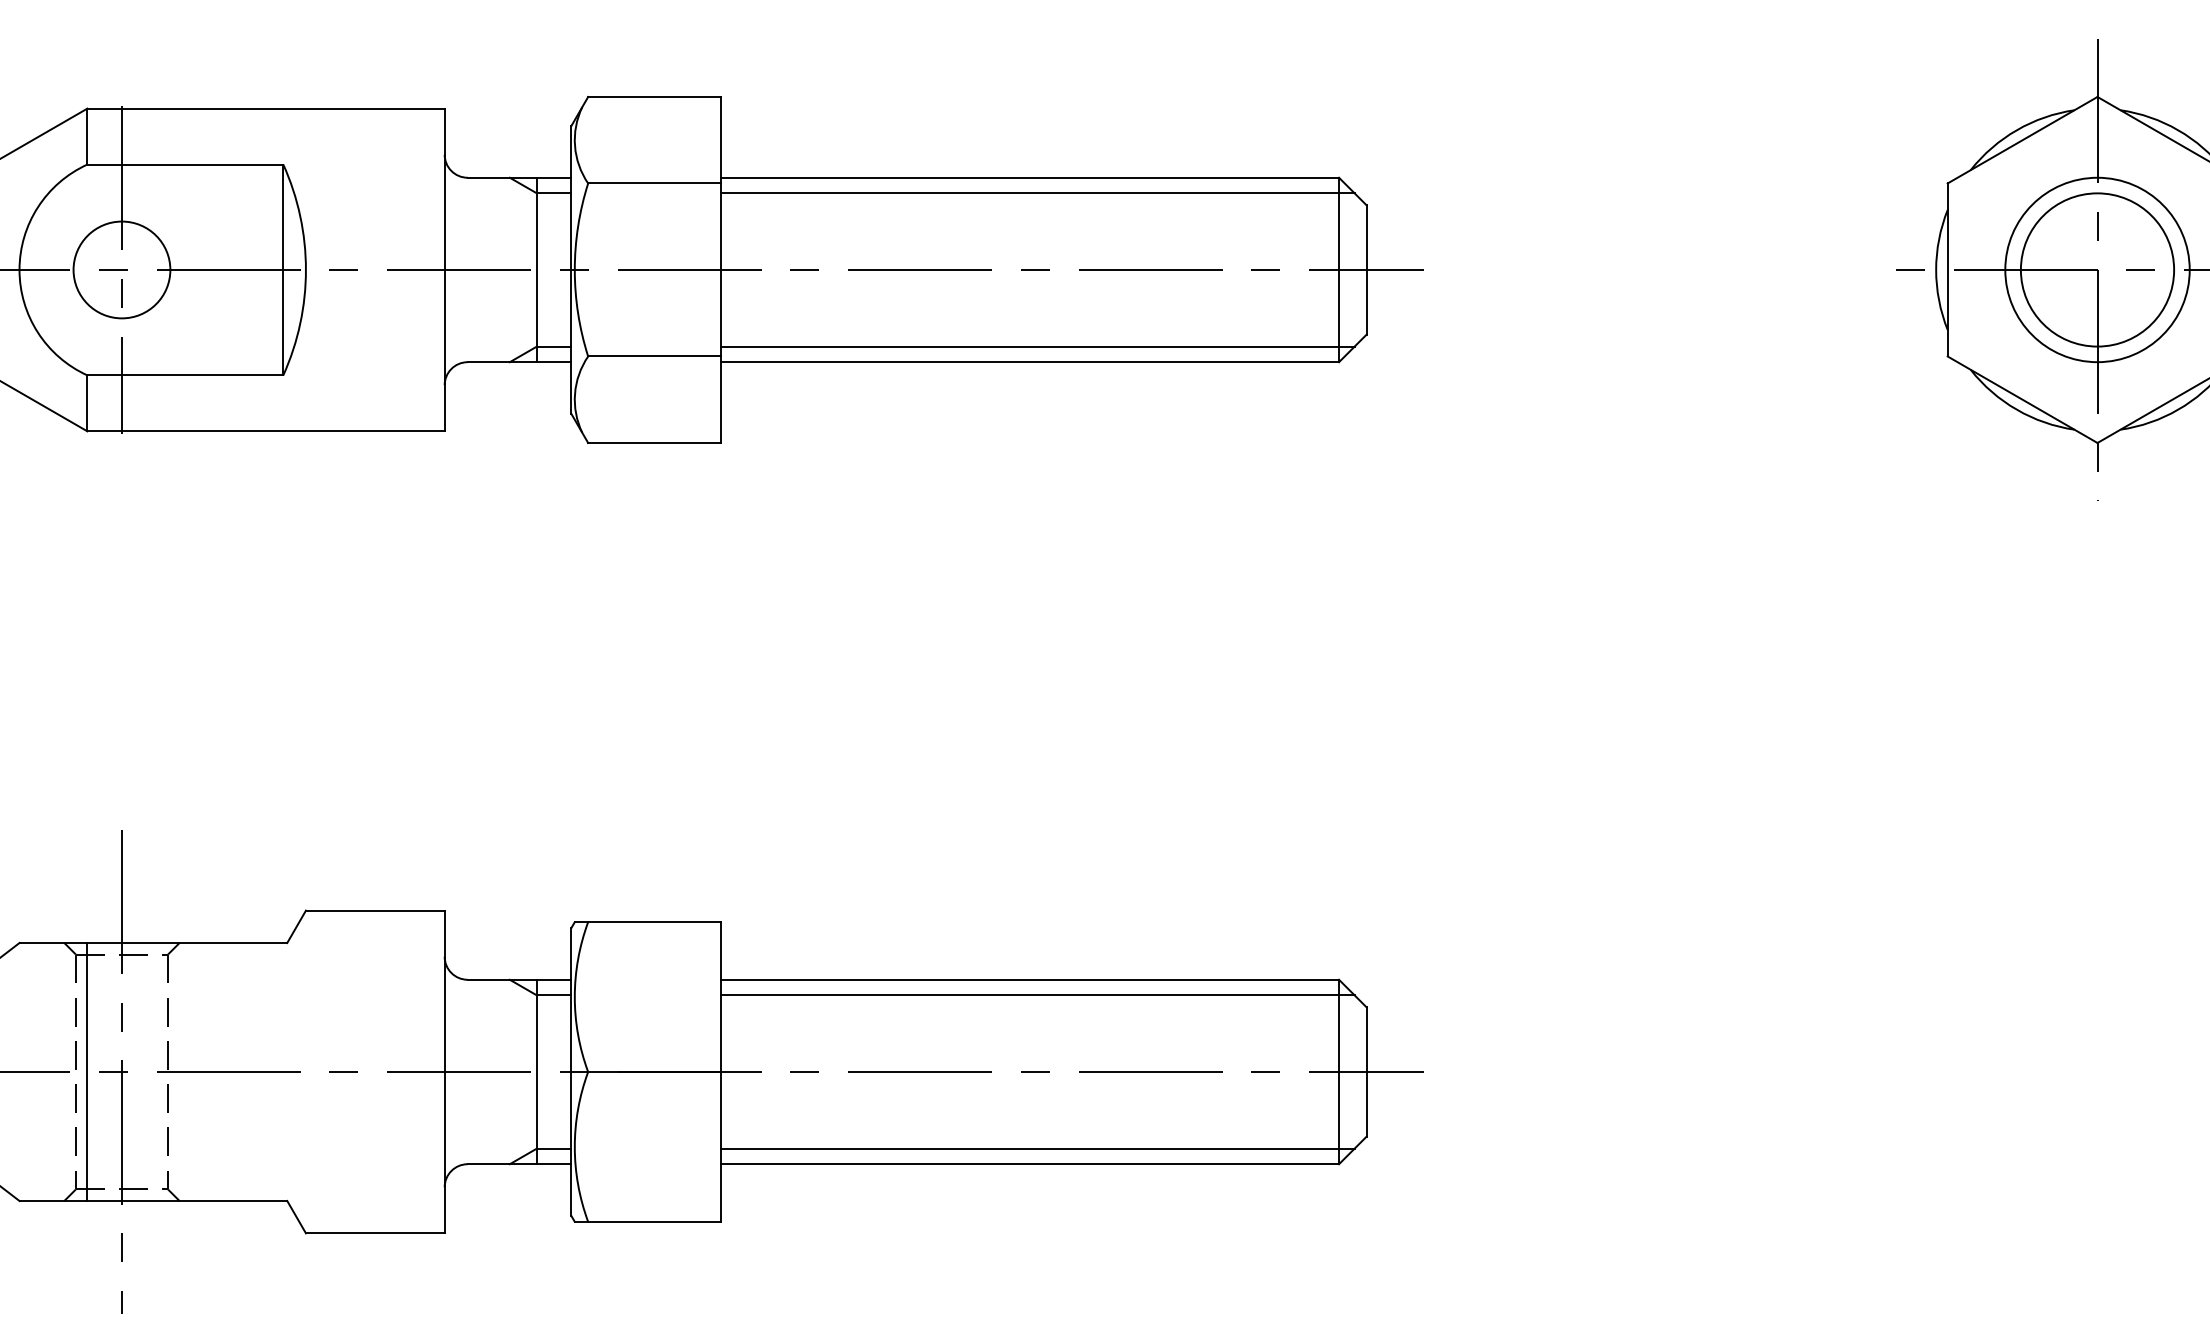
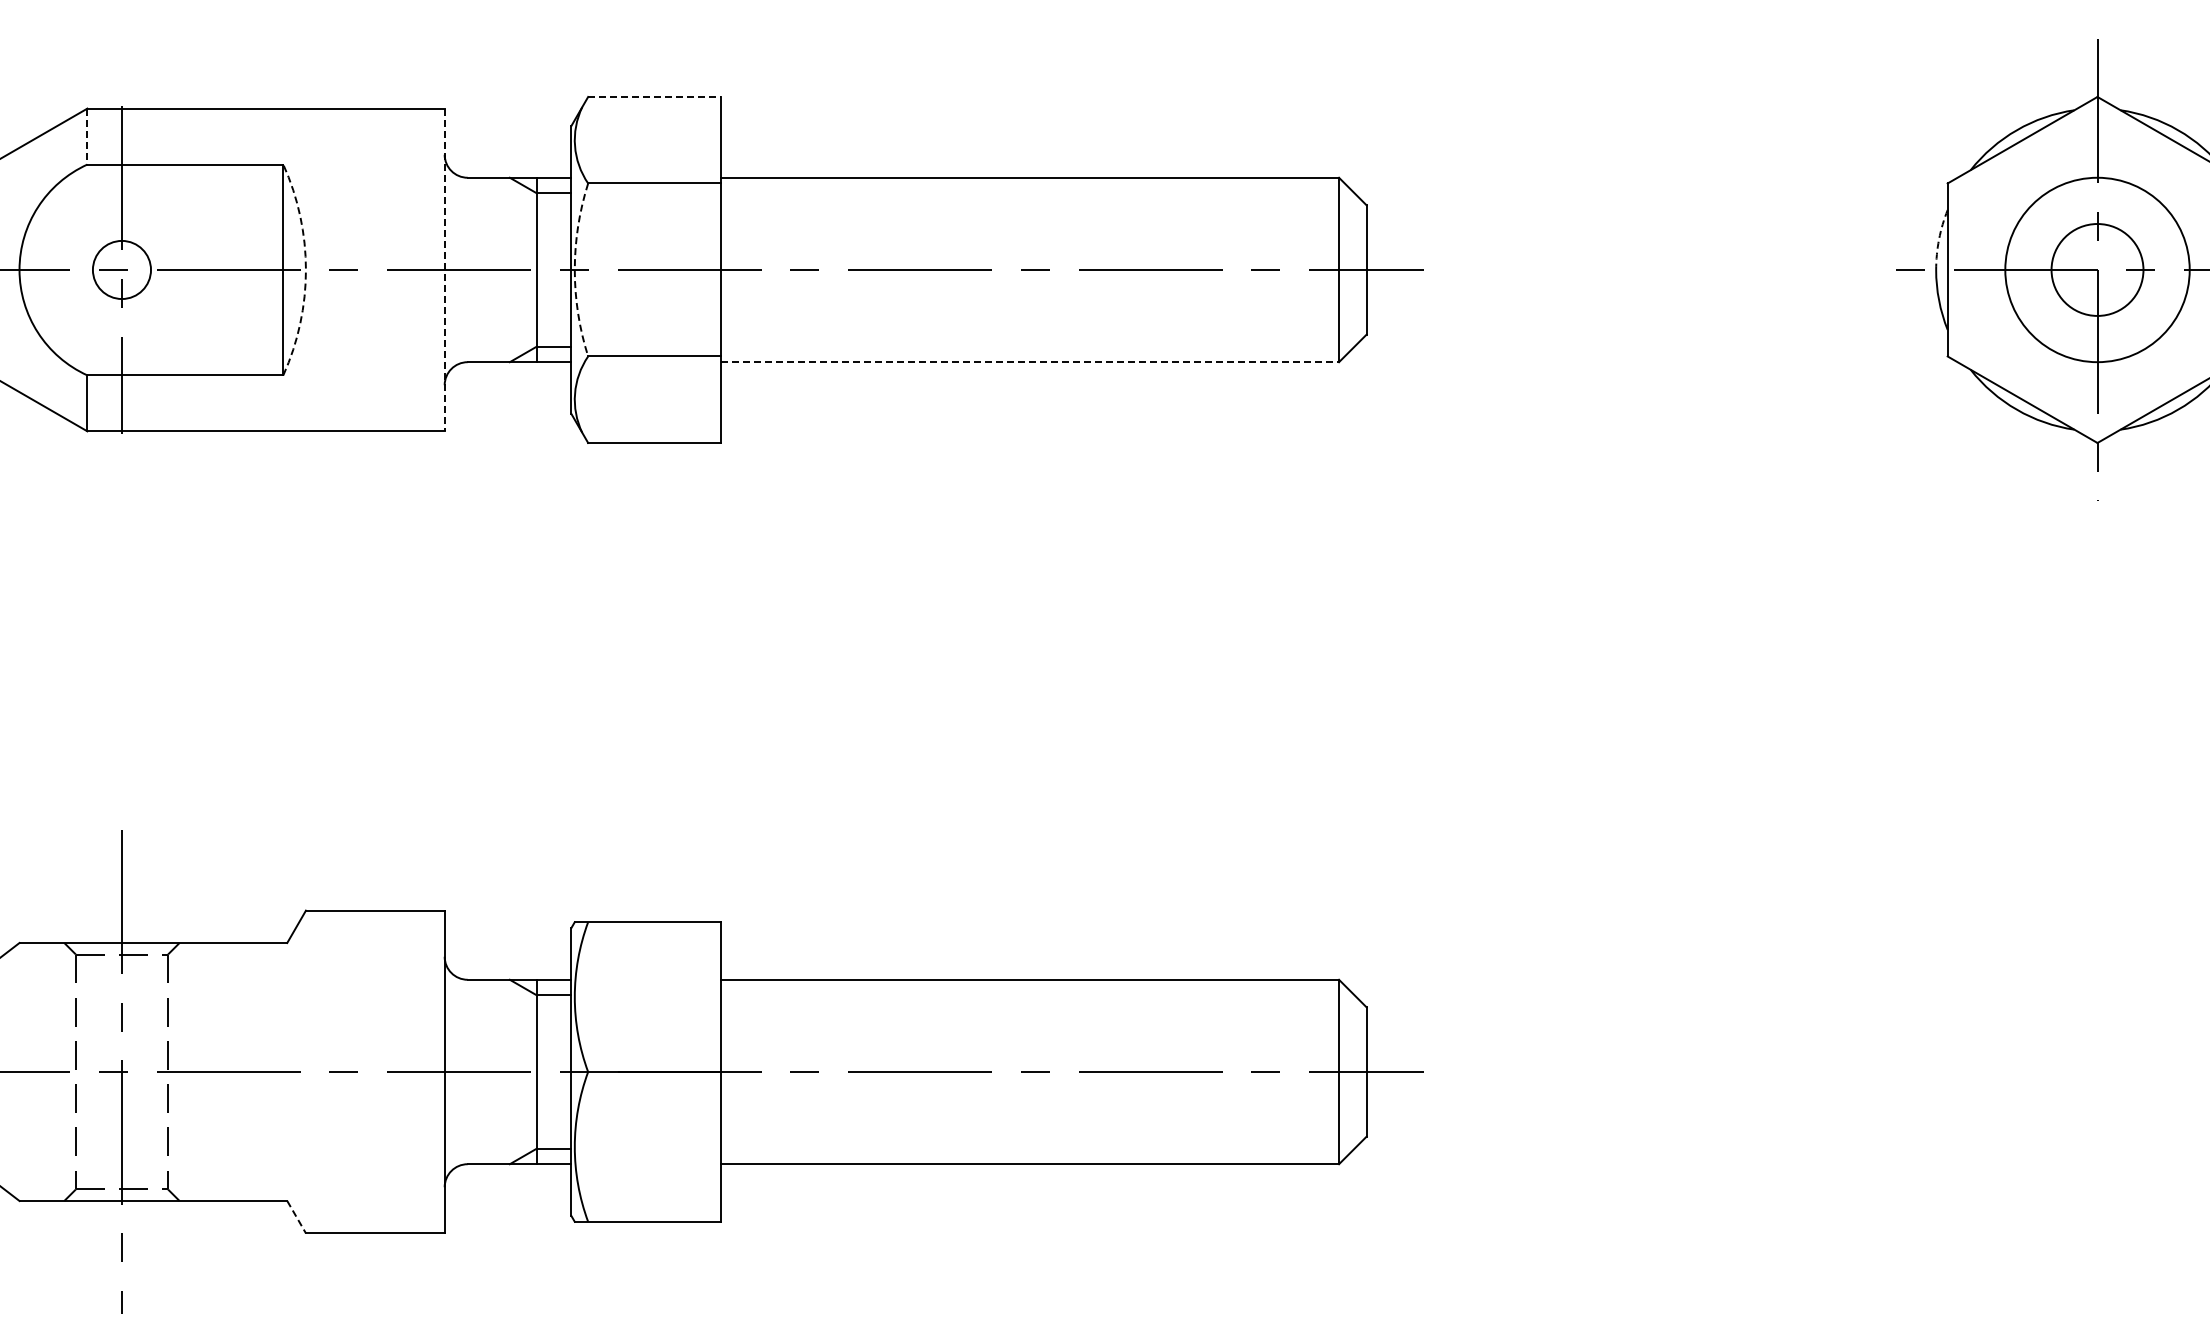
line at (654, 96): solid -> dashed
line at (87, 136): solid -> dashed
line at (1037, 193): present -> none
arc at (1939, 239): solid -> dashed
circle at (121, 269) diameter: 97 px -> 58 px
arc at (305, 269): solid -> dashed
arc at (574, 269): solid -> dashed
circle at (2097, 269) diameter: 153 px -> 92 px
line at (444, 270): solid -> dashed
line at (1037, 346): present -> none
line at (1030, 362): solid -> dashed
line at (1037, 995): present -> none
line at (87, 1071): present -> none
line at (1037, 1148): present -> none
line at (296, 1217): solid -> dashed
